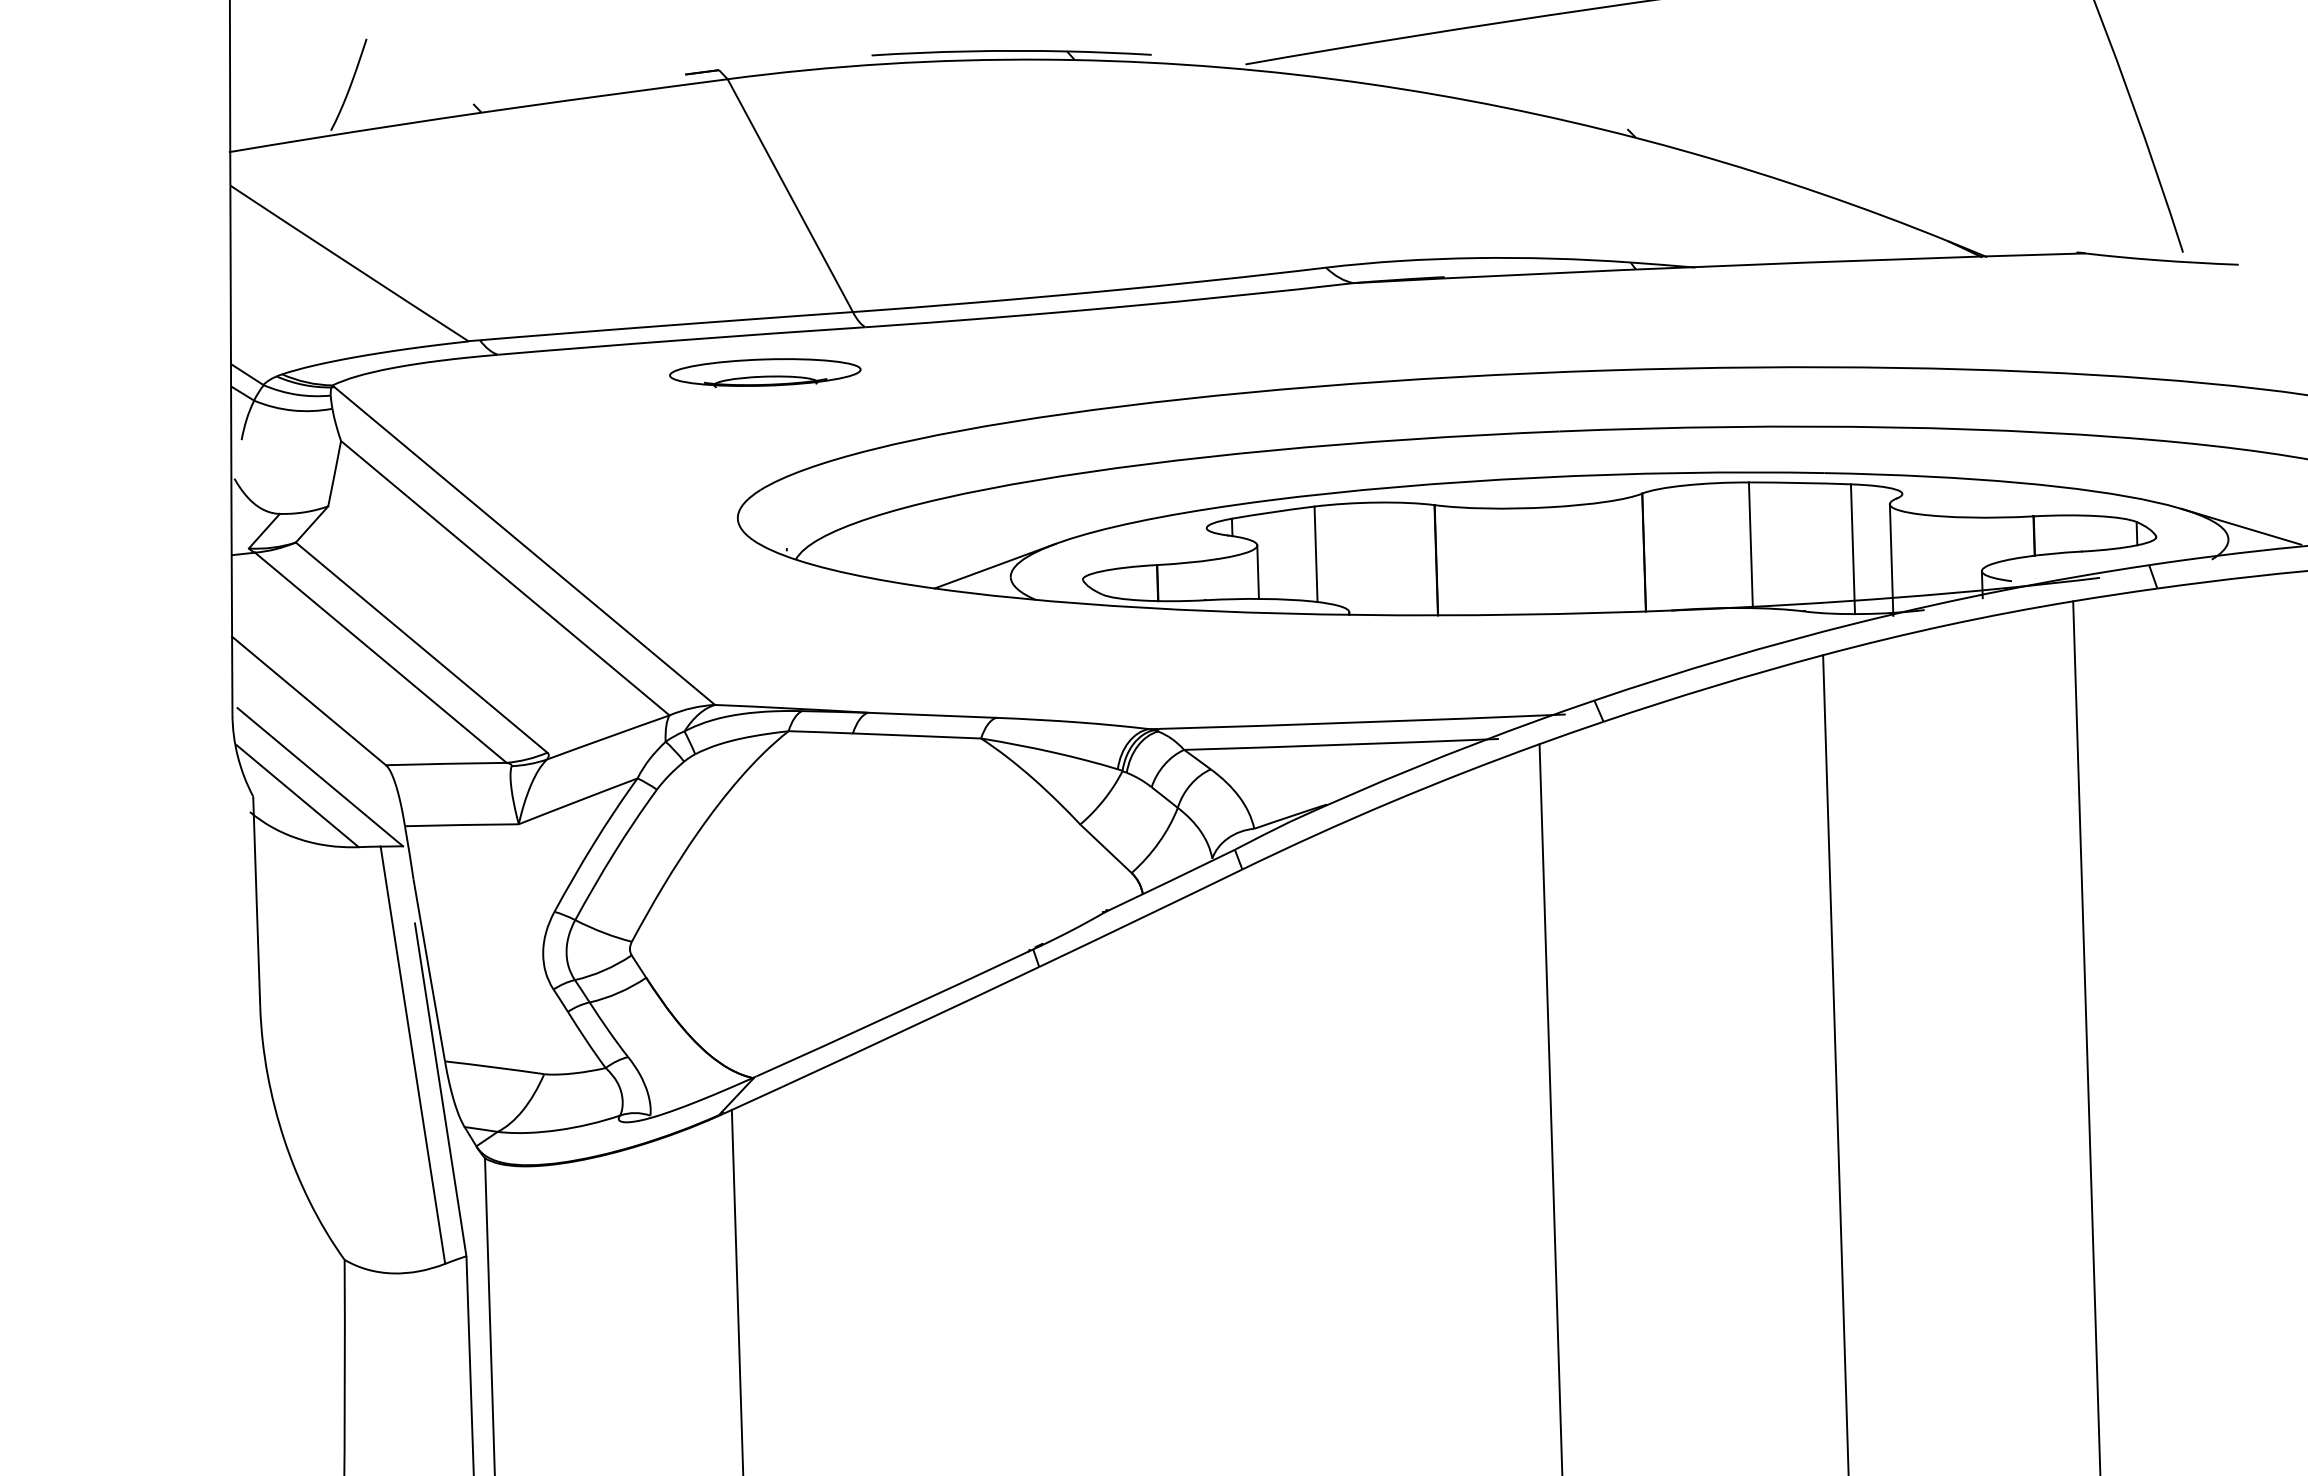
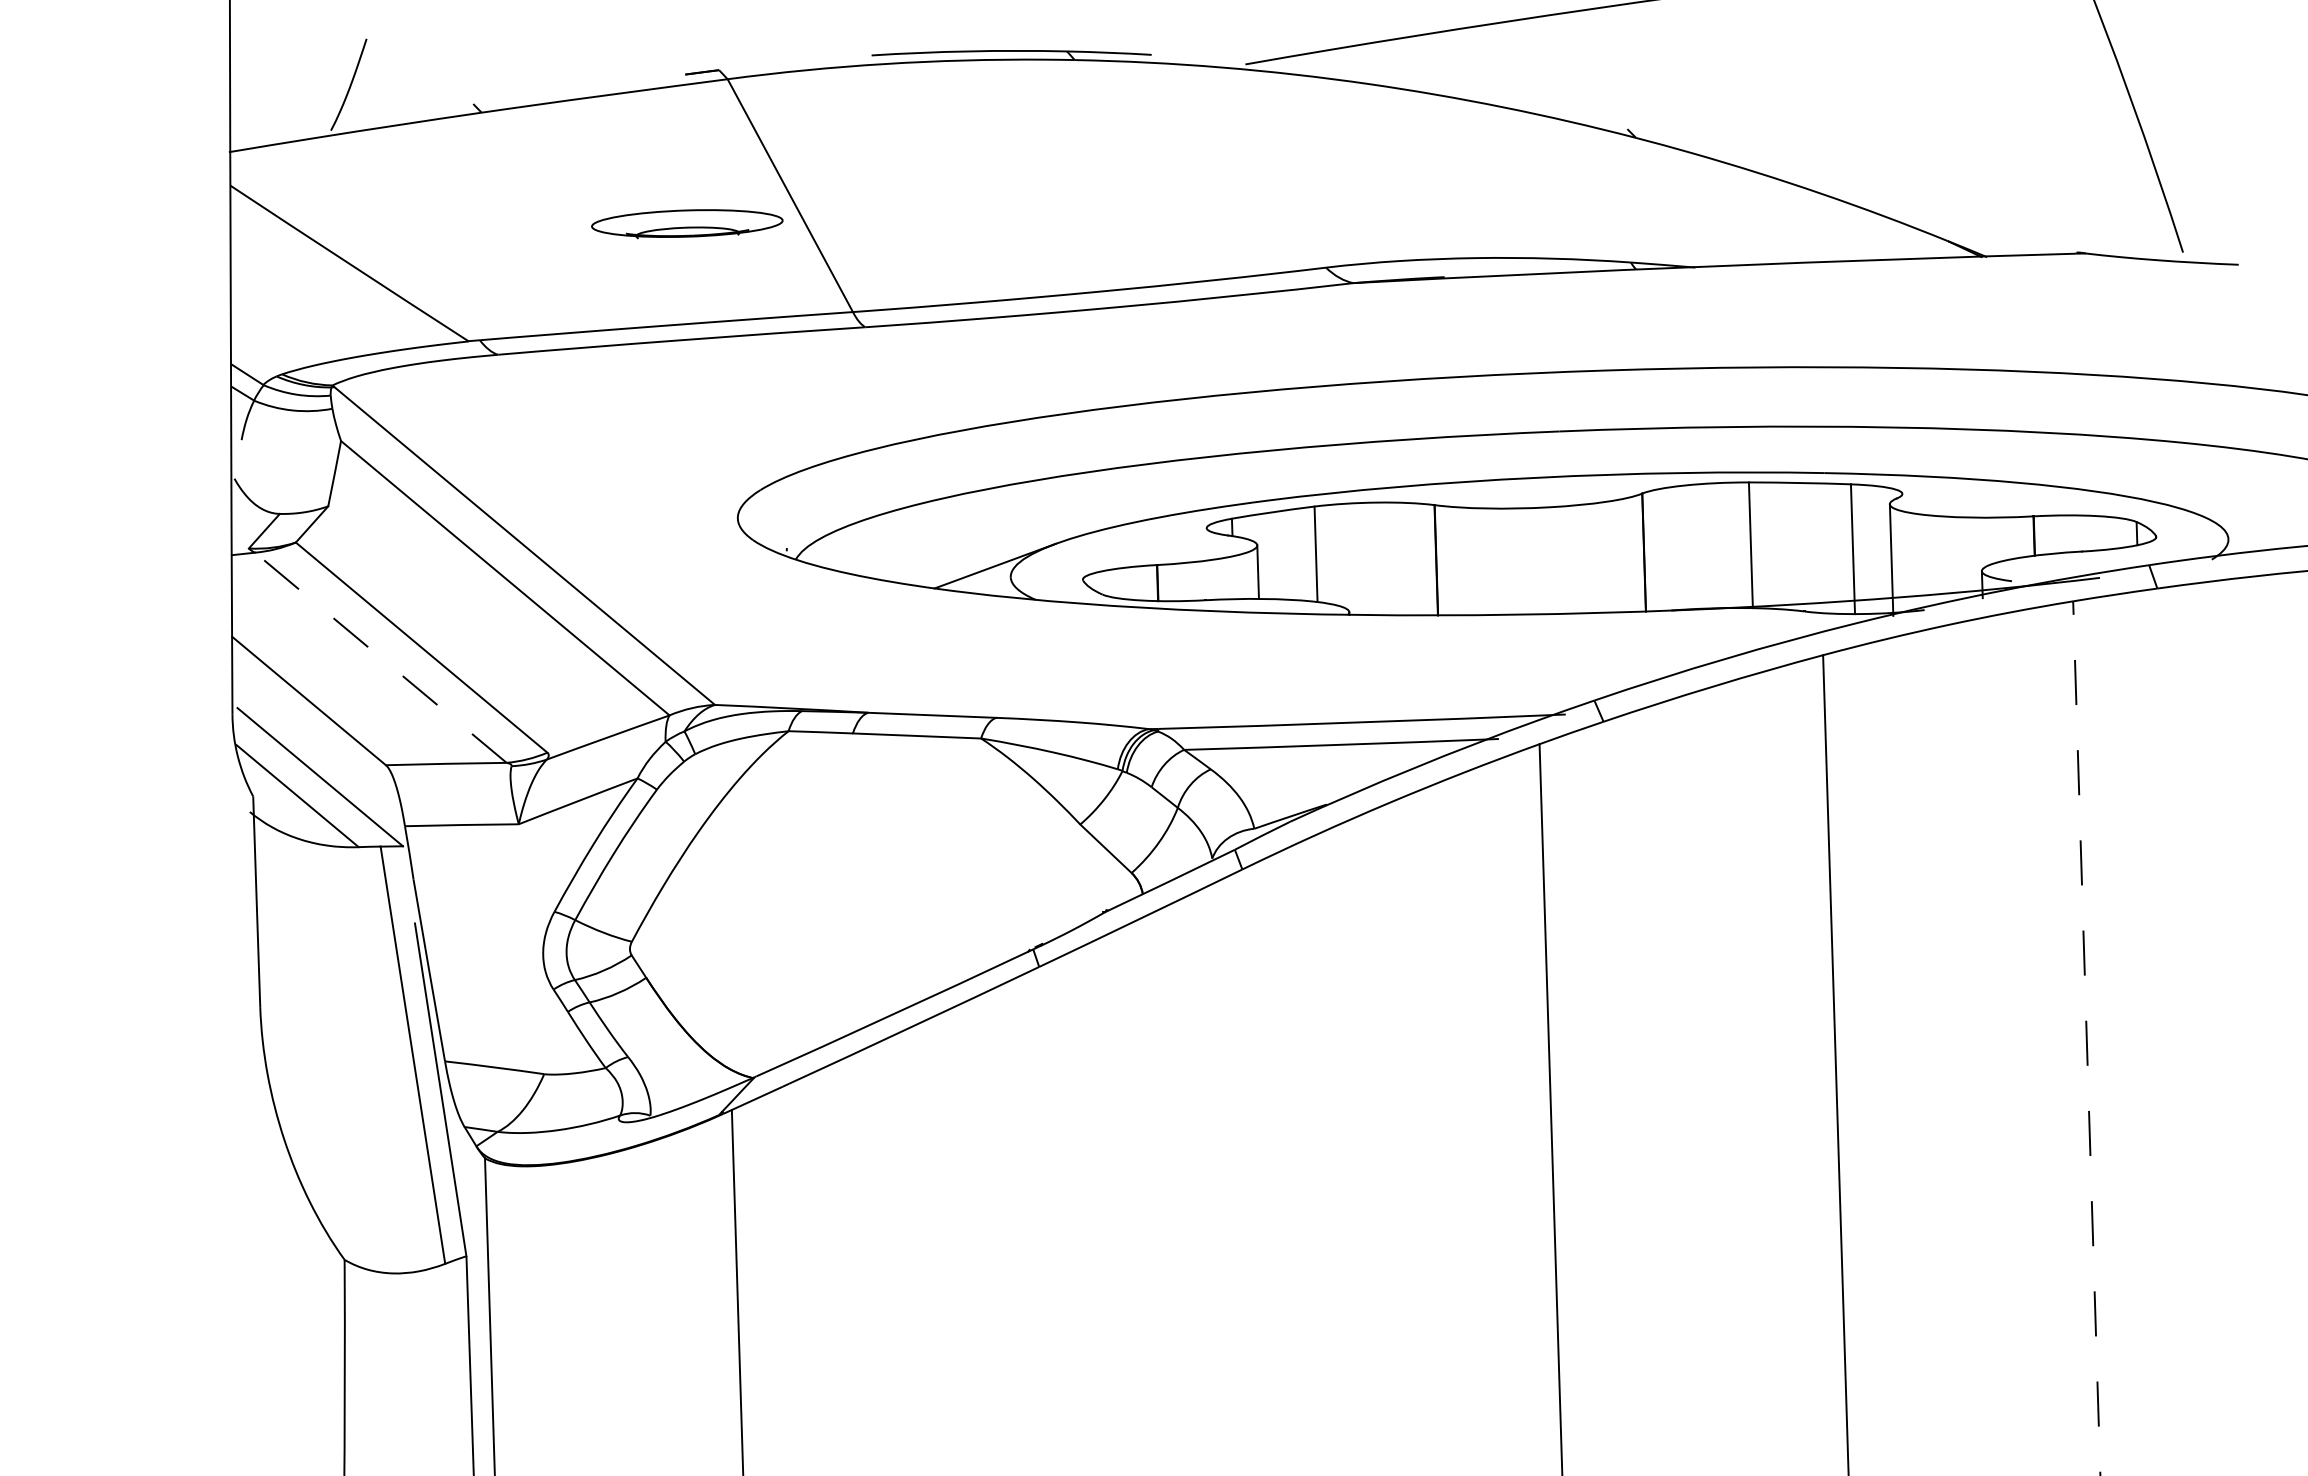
part at (765, 373) position: (765, 373) -> (687, 224)
line at (2241, 526): present -> none
line at (380, 657): solid -> dashed
line at (2086, 1038): solid -> dashed
